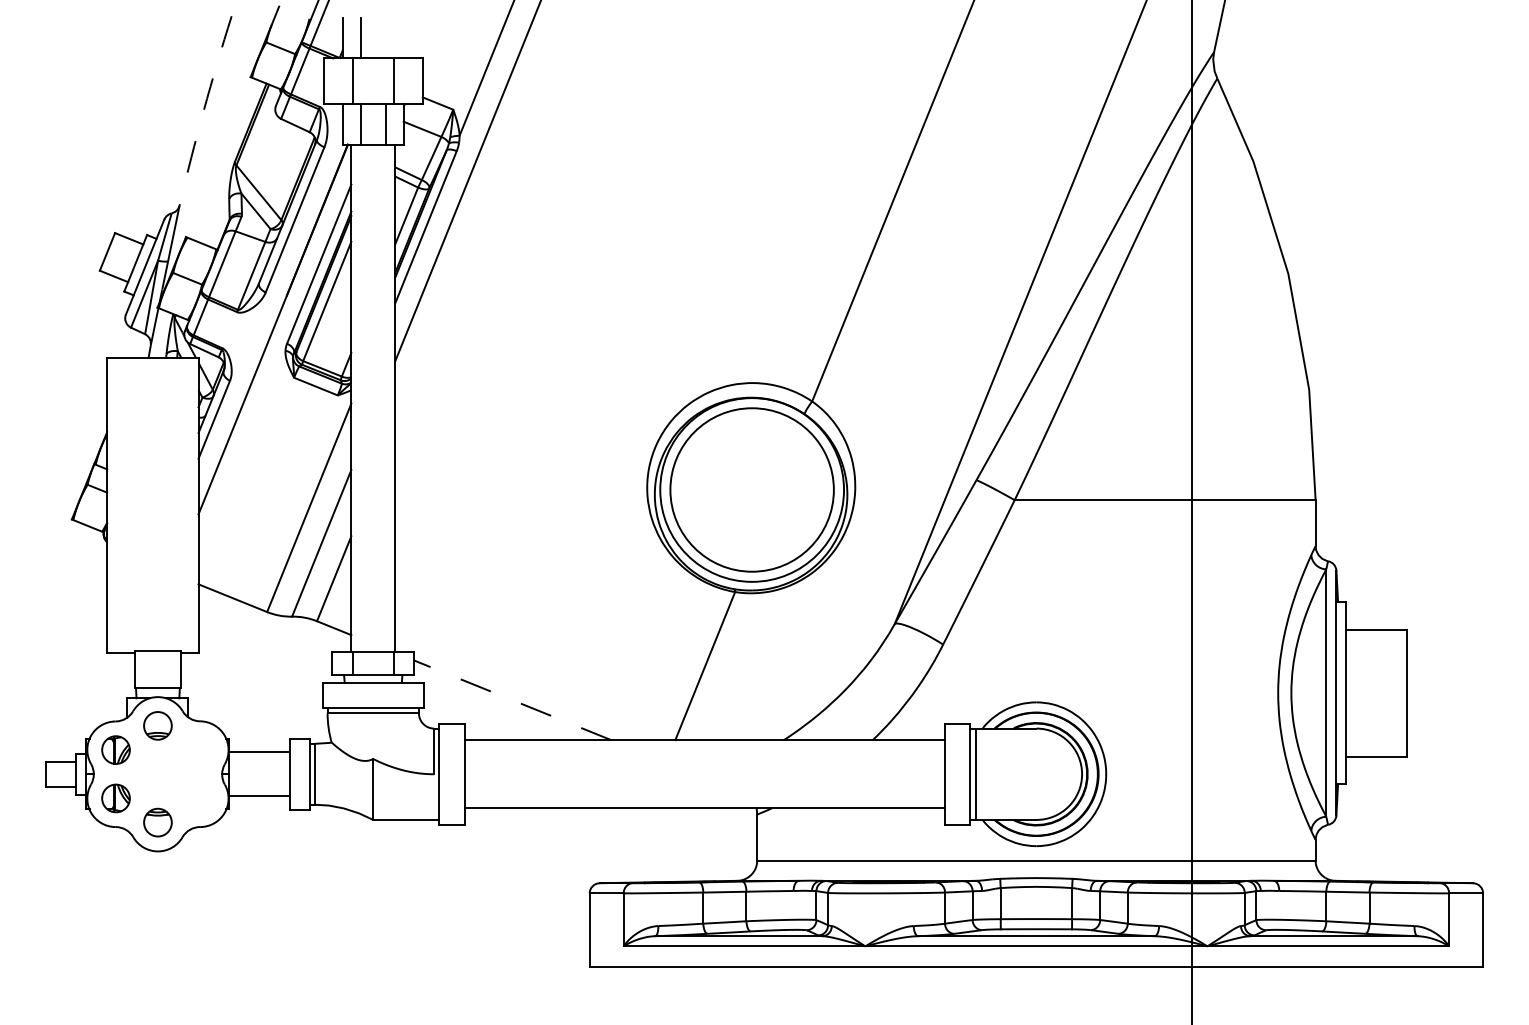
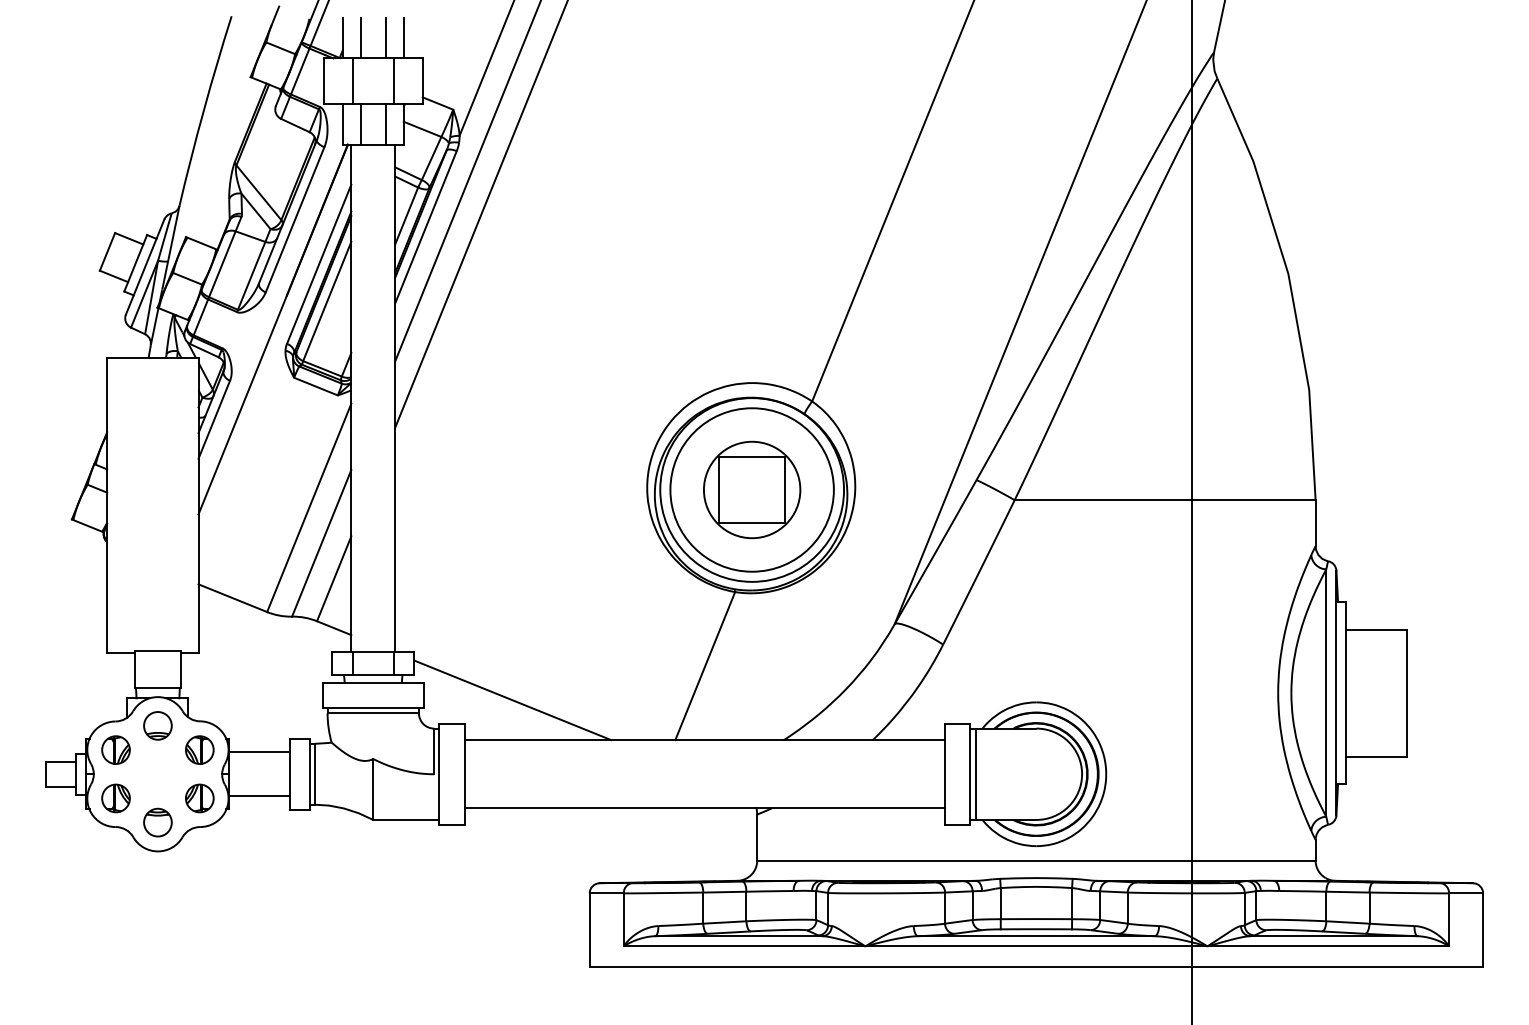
line at (385, 37): none -> present
line at (403, 37): none -> present
arc at (203, 110): dashed -> solid
line at (481, 214): none -> present
part at (752, 489): none -> present
line at (512, 700): dashed -> solid
part at (199, 749): none -> present
part at (199, 798): none -> present
